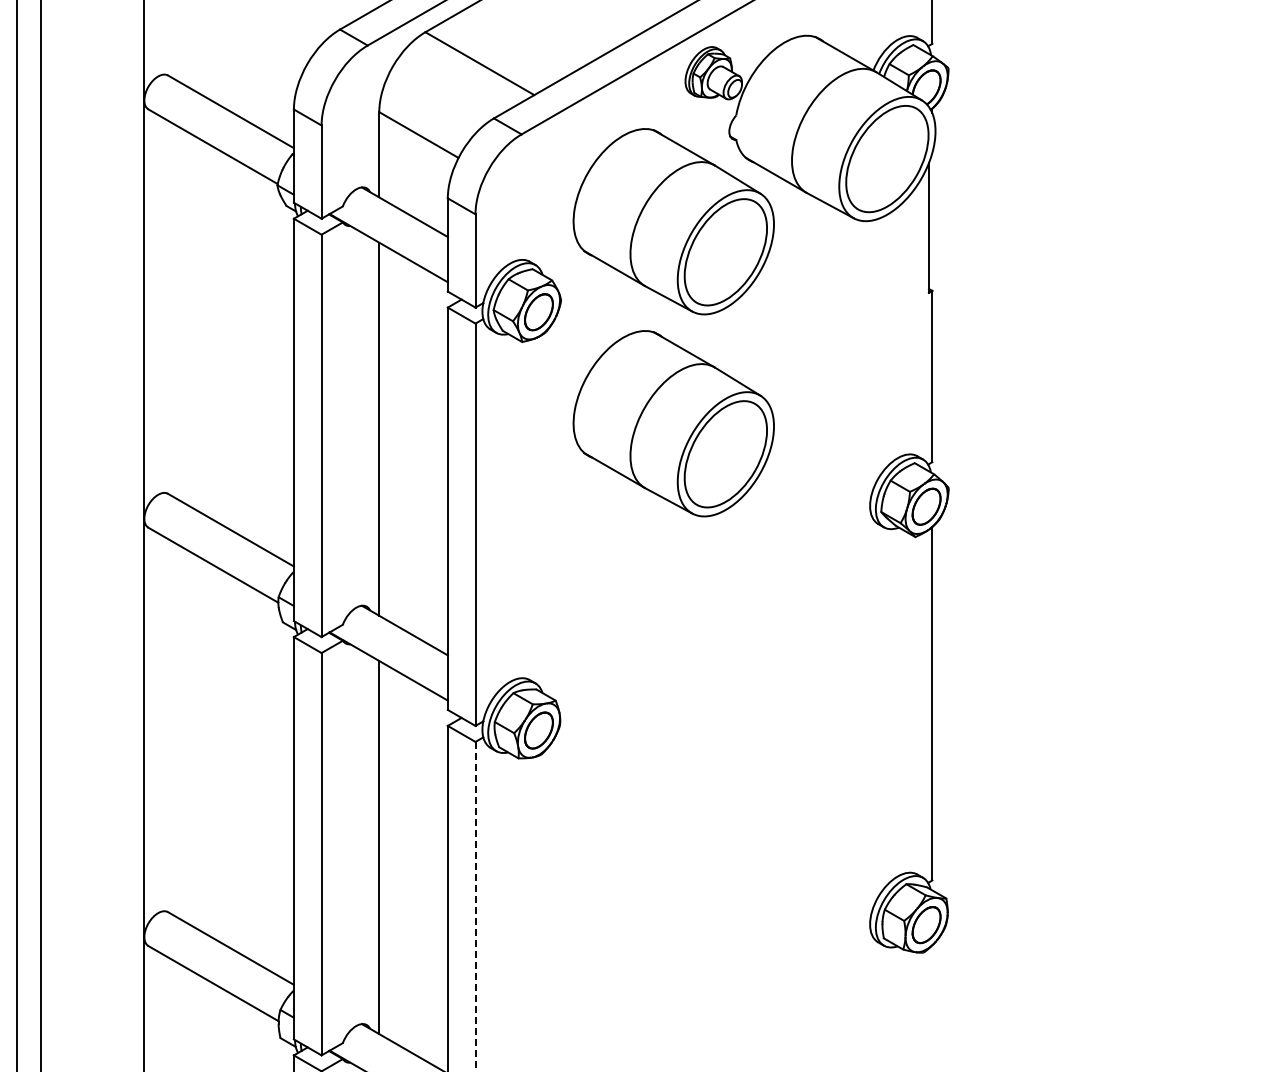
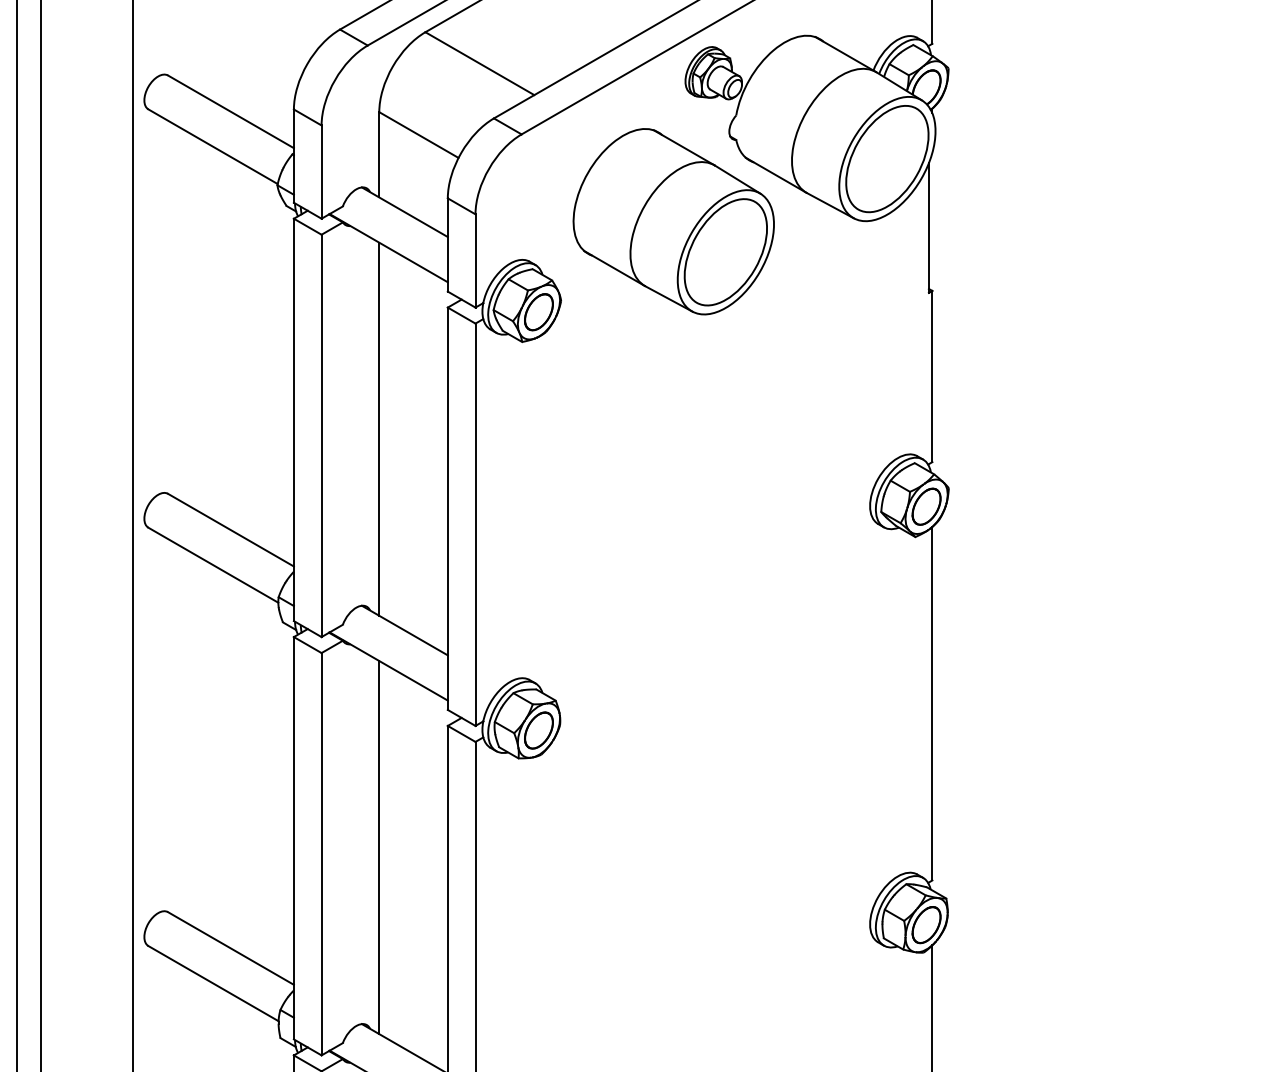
part at (673, 423): present -> none
line at (143, 535) position: (143, 535) -> (132, 535)
line at (475, 906): dashed -> solid
line at (932, 1006): none -> present
